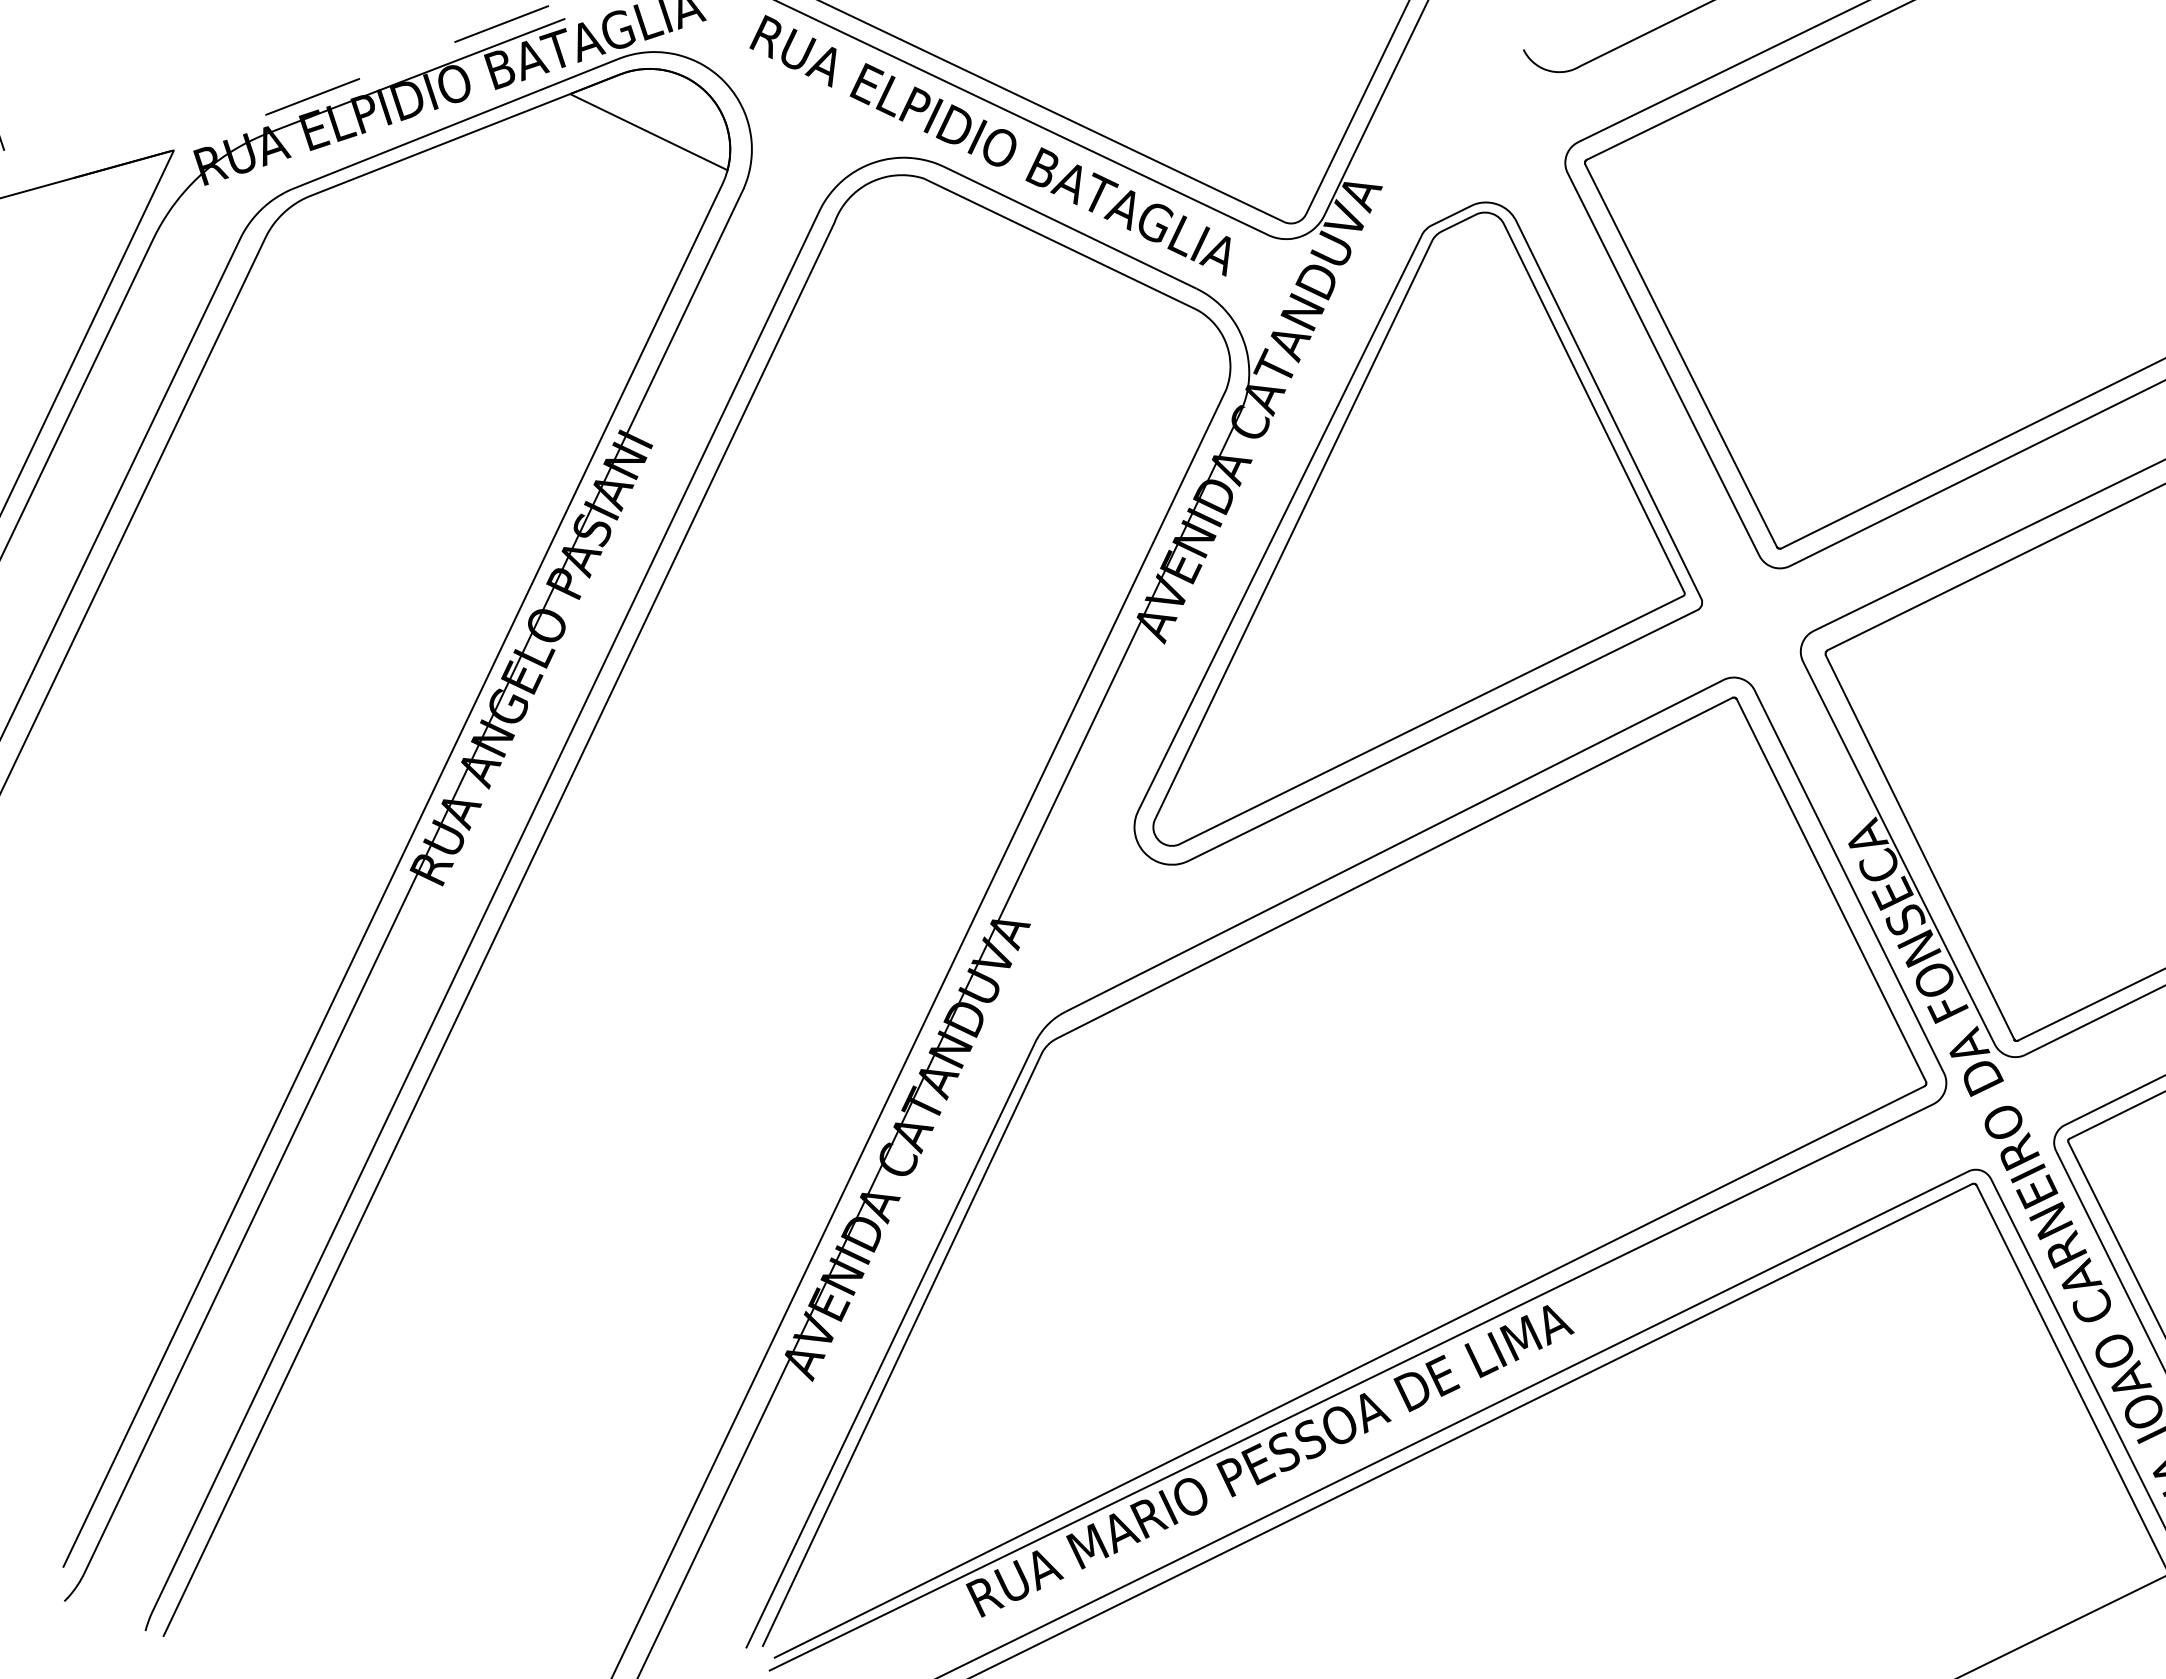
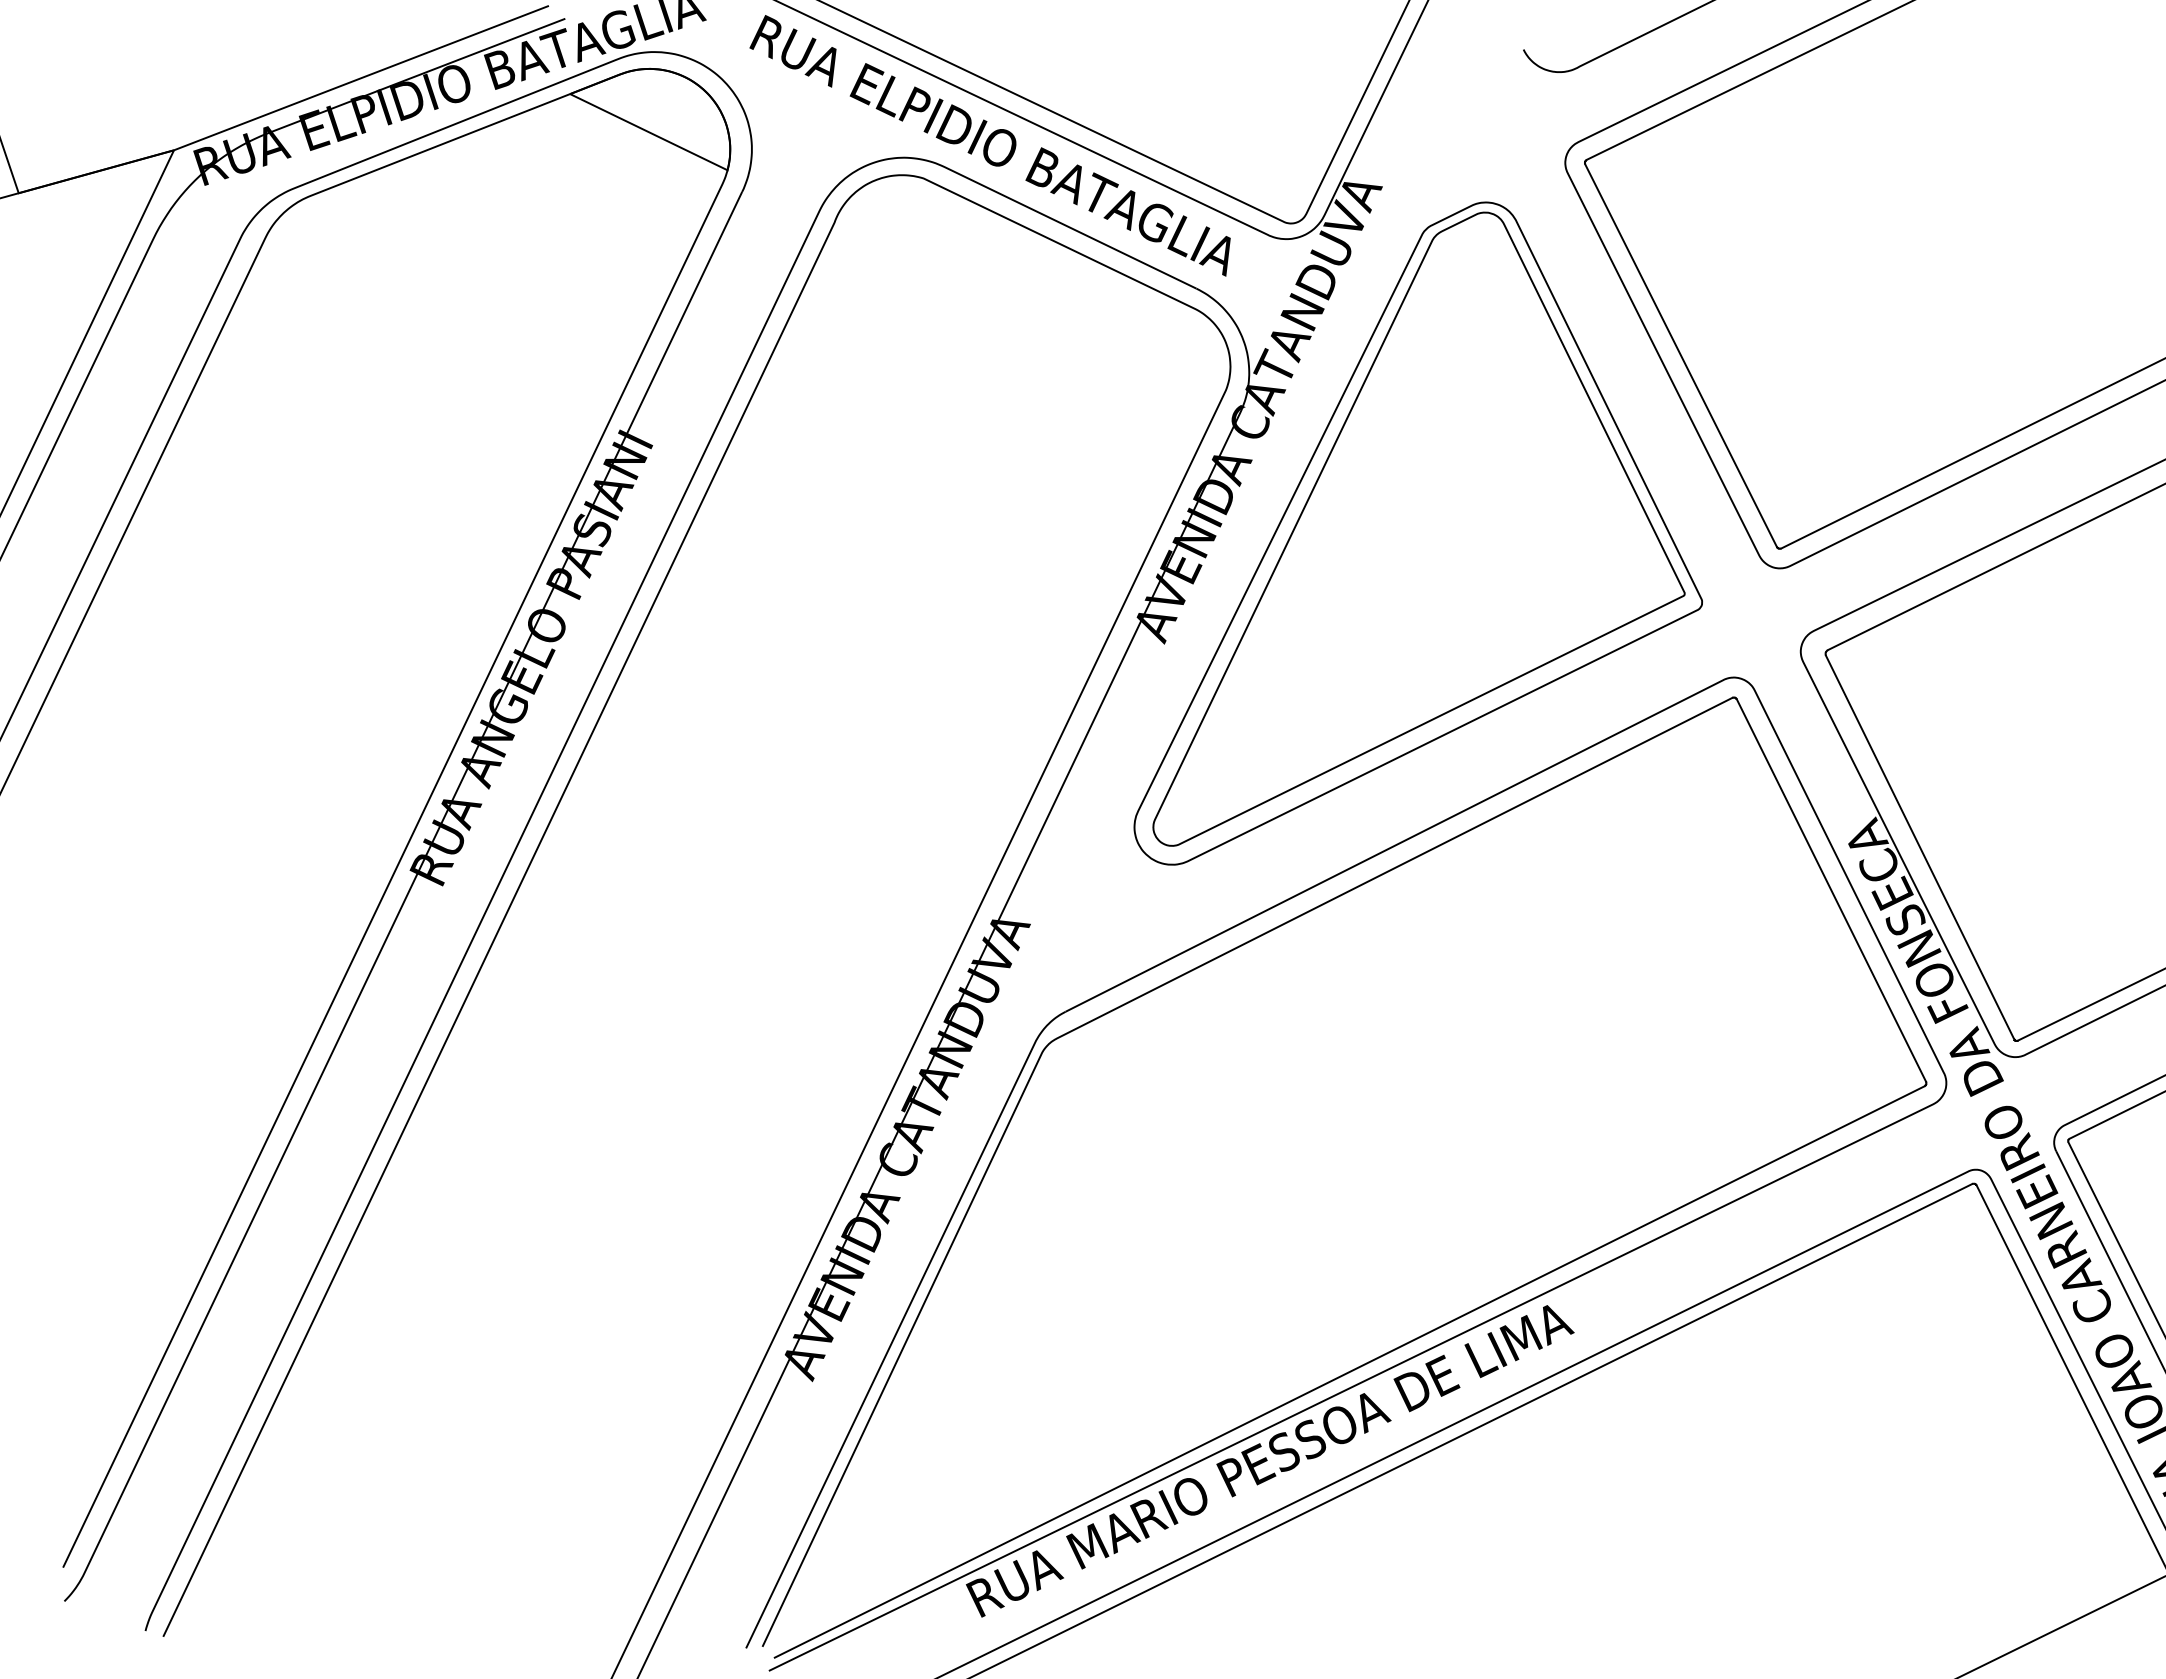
line at (257, 117): dashed -> solid
